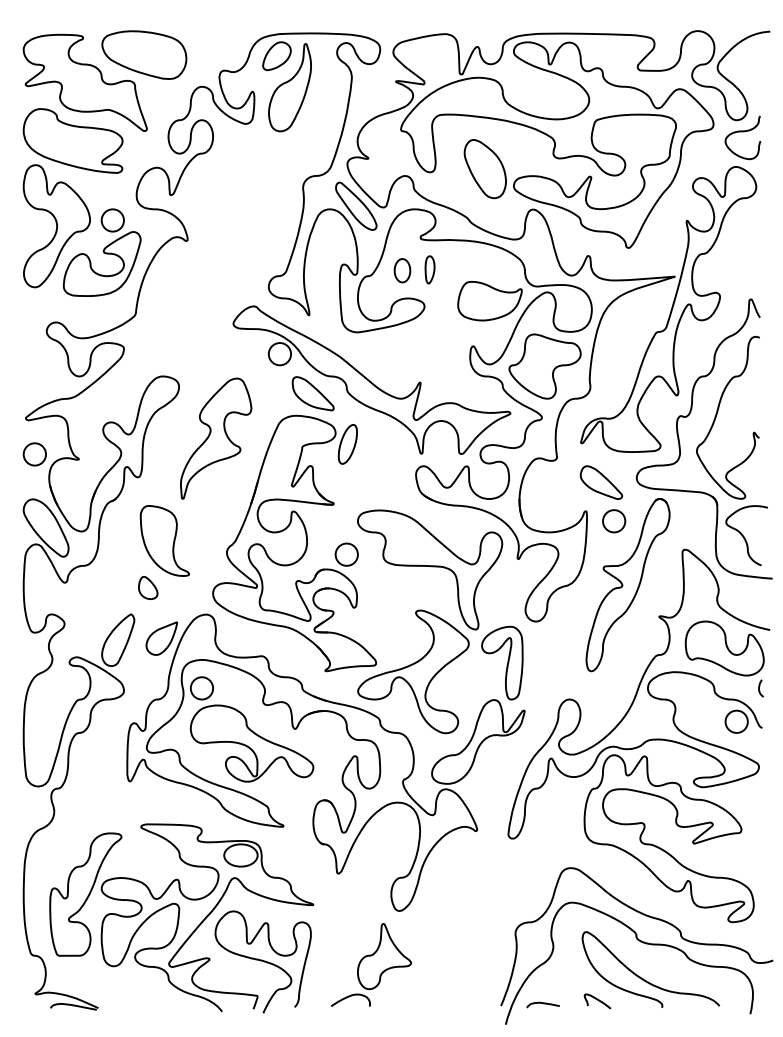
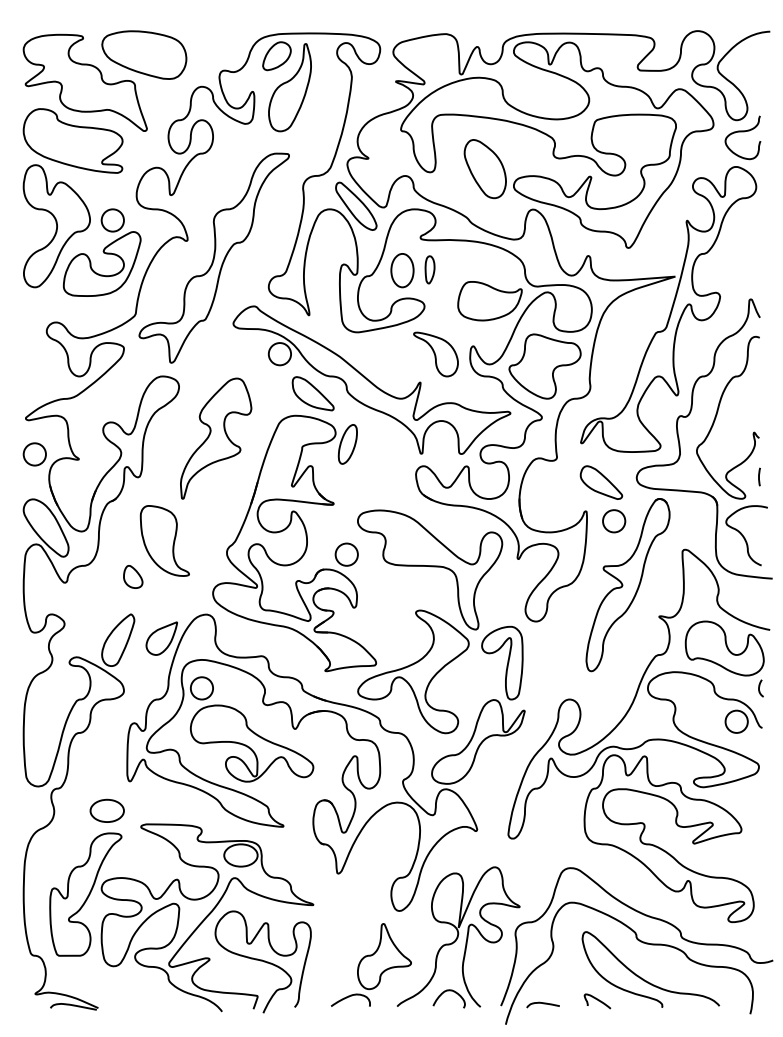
part at (213, 257): none -> present
part at (402, 270) size: 19x26 px -> 25x36 px
part at (435, 354): none -> present
line at (759, 476): none -> present
part at (148, 587) position: (148, 587) -> (133, 576)
part at (106, 810): none -> present
part at (458, 937): none -> present
